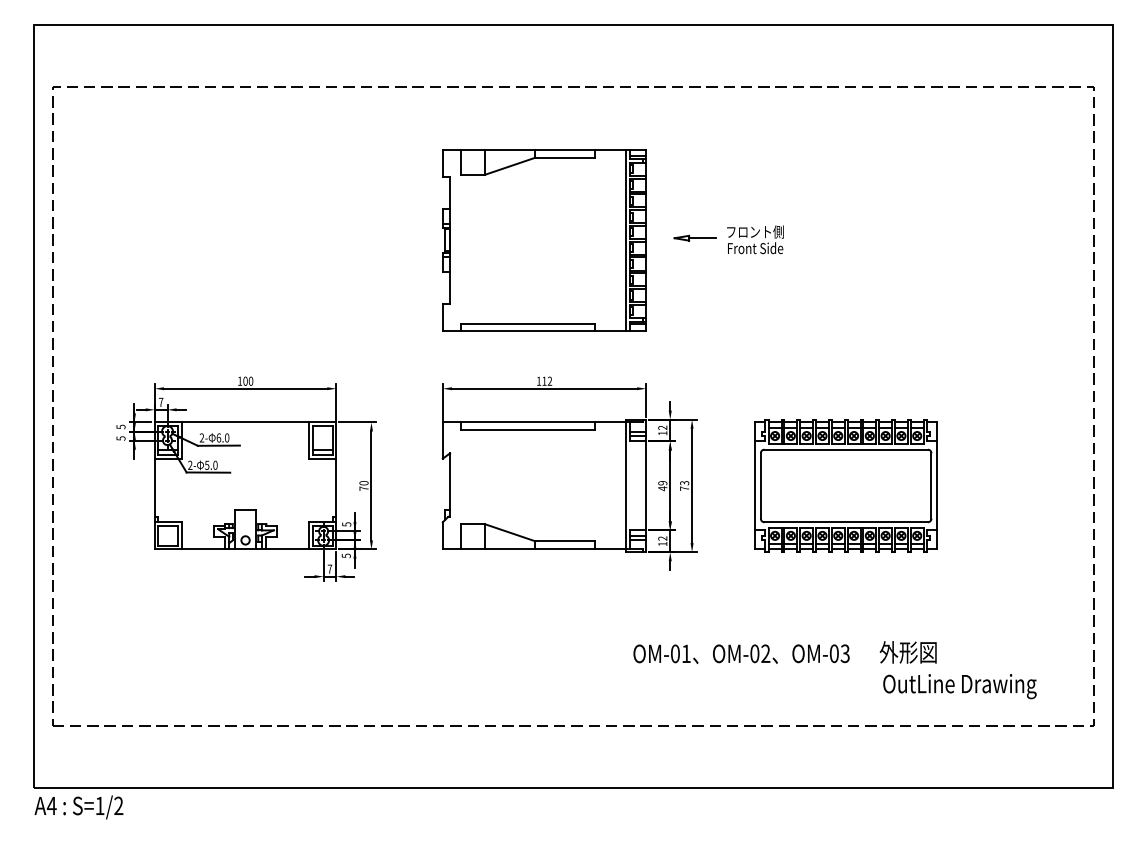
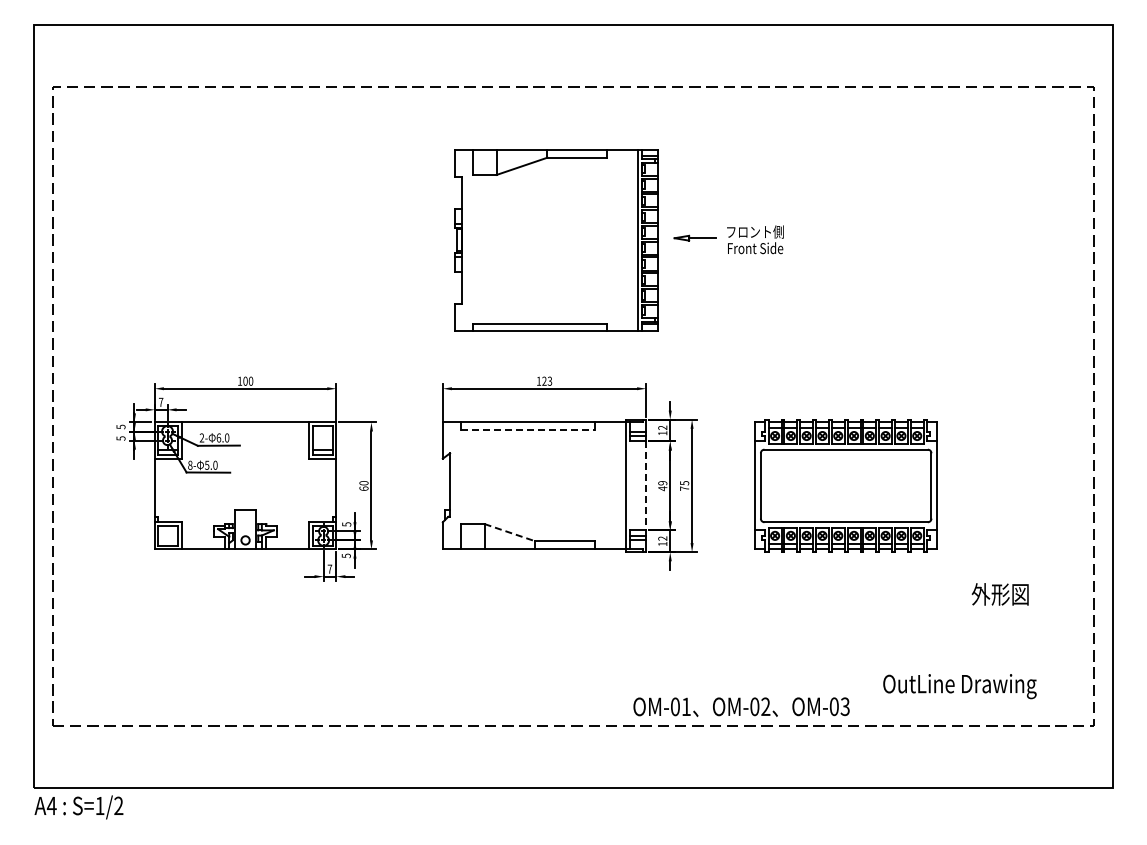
part at (544, 240) position: (544, 240) -> (556, 240)
text at (547, 380): 112 -> 123
line at (528, 429): solid -> dashed
text at (190, 465): 2- -> 8-
text at (683, 483): 73 -> 75
line at (646, 486): solid -> dashed
text at (363, 488): 70 -> 60
line at (510, 532): solid -> dashed
text at (907, 652) position: (907, 652) -> (999, 594)
text at (741, 653) position: (741, 653) -> (741, 706)
